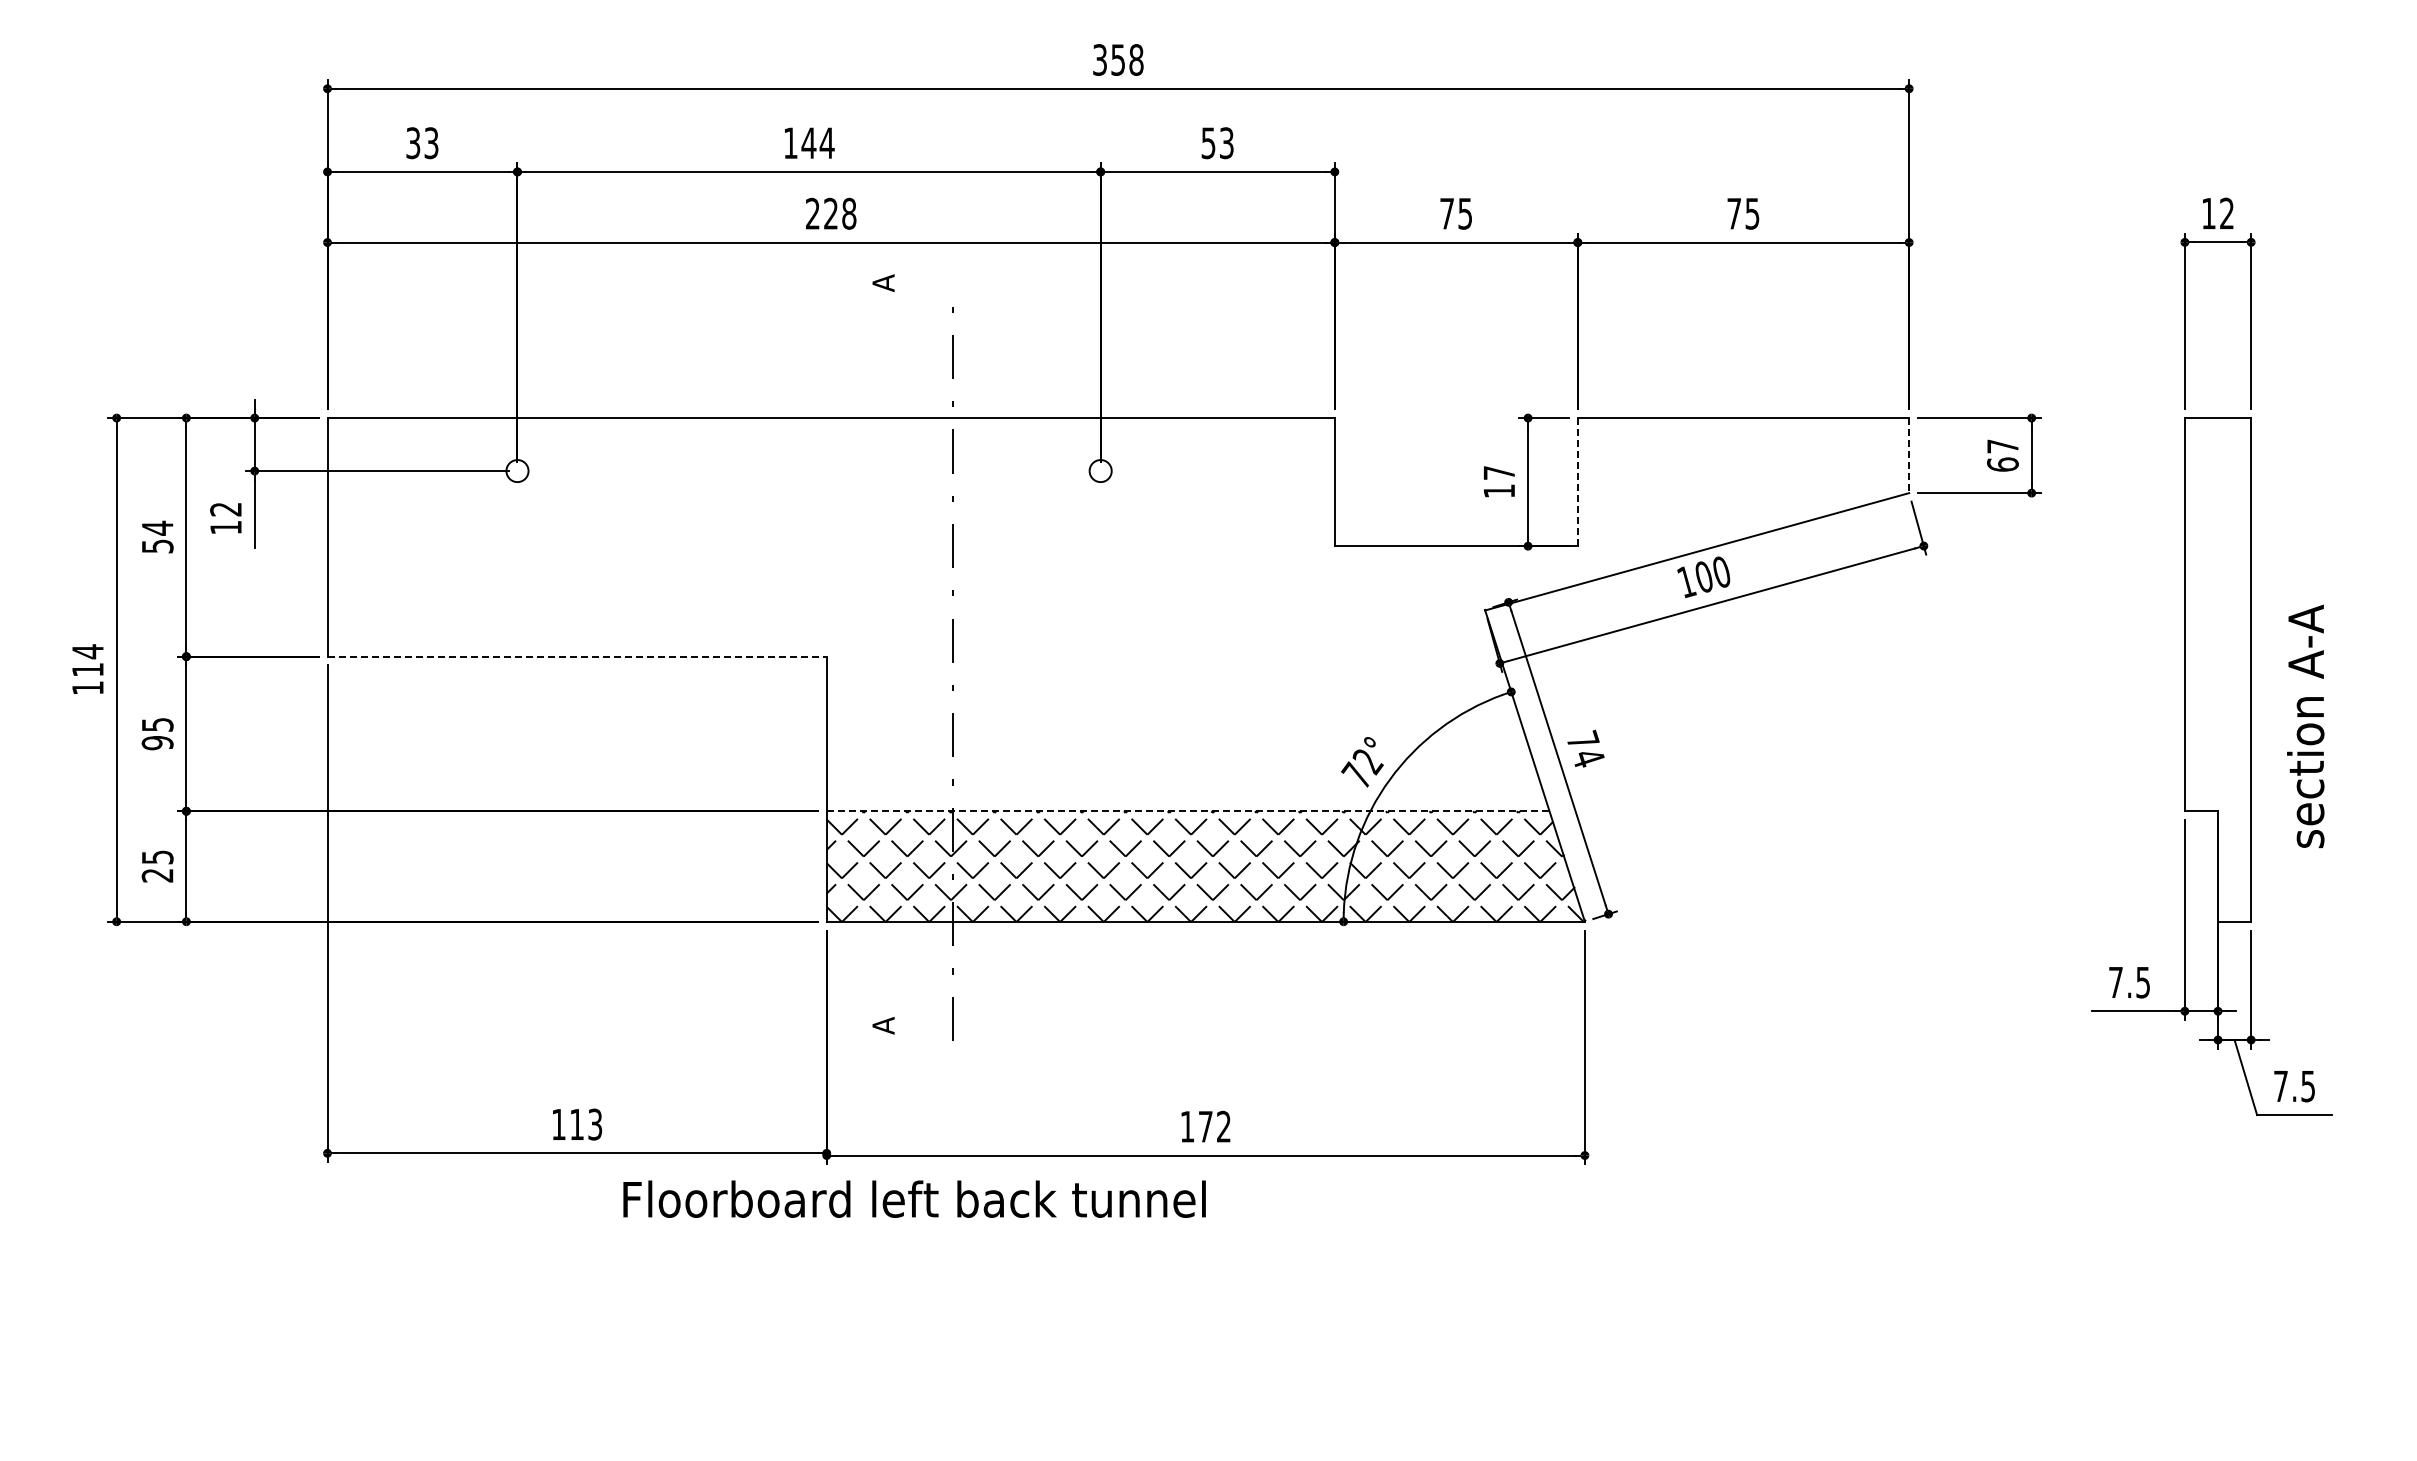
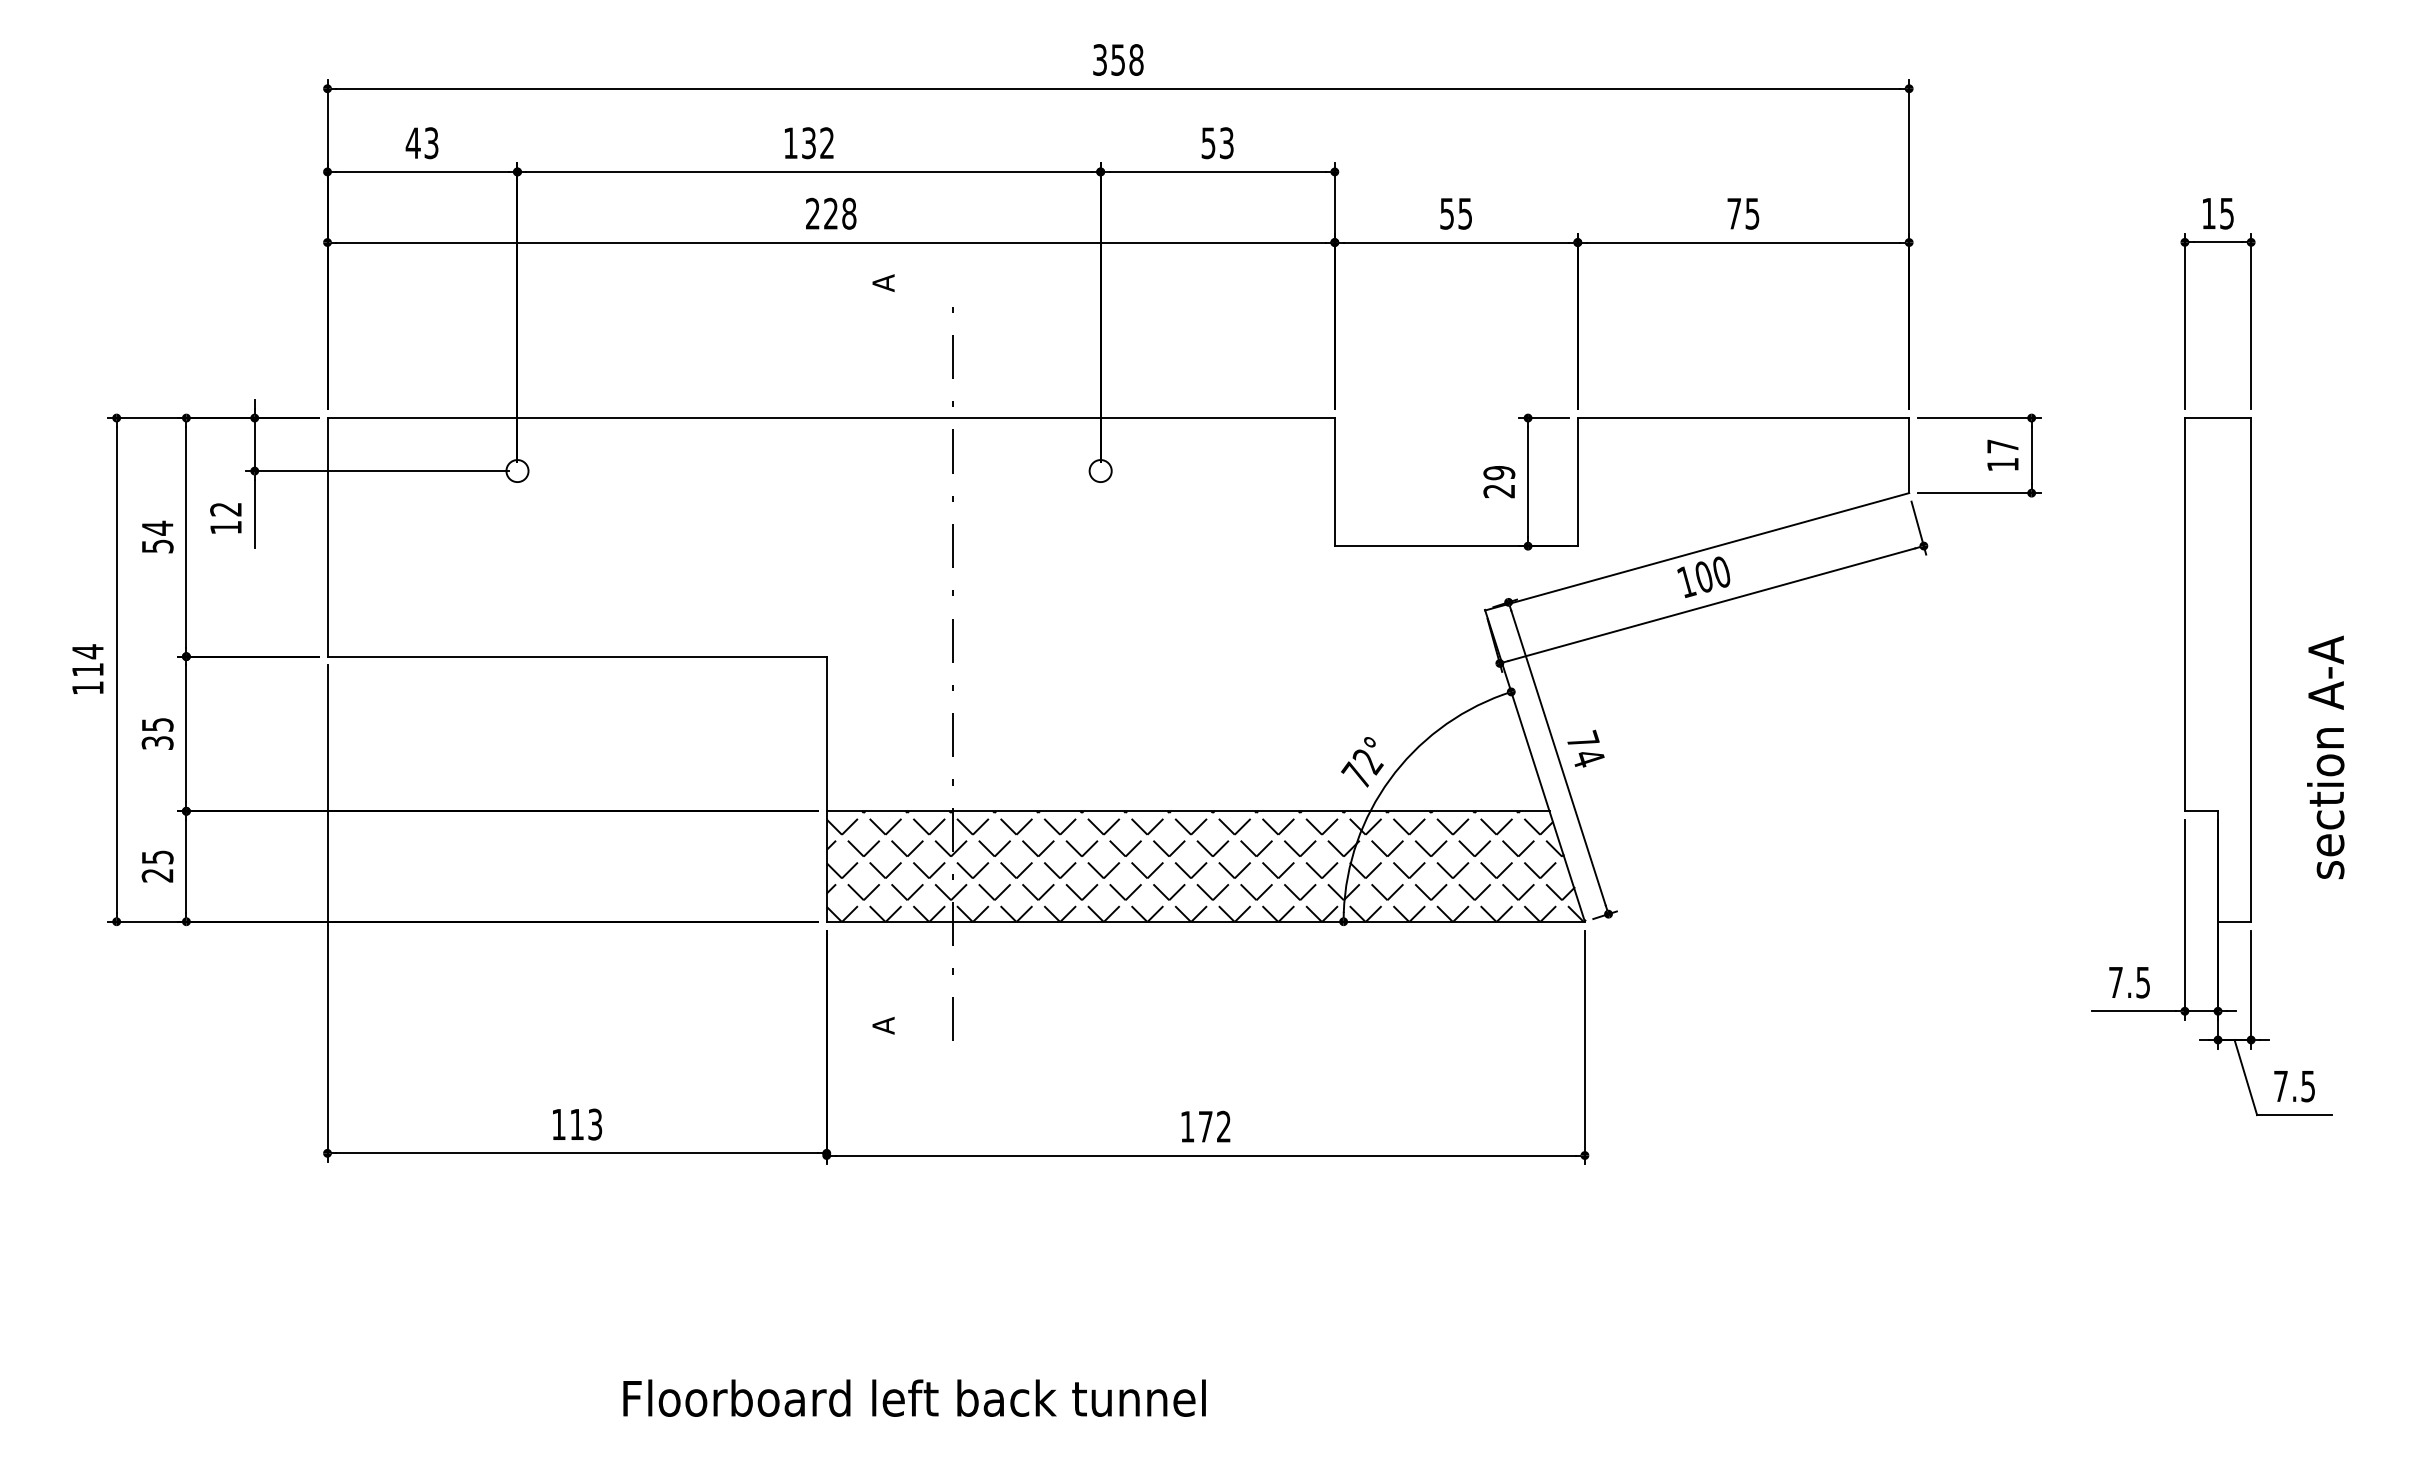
text at (412, 143): 33 -> 43
text at (817, 143): 144 -> 132
text at (1446, 213): 75 -> 55
text at (2226, 213): 12 -> 15
line at (1909, 455): dashed -> solid
text at (2002, 464): 67 -> 17
line at (1577, 481): dashed -> solid
text at (1499, 482): 17 -> 29
line at (577, 656): dashed -> solid
text at (2305, 726) position: (2305, 726) -> (2325, 757)
text at (157, 743): 95 -> 35
line at (1188, 811): dashed -> solid
text at (914, 1198) position: (914, 1198) -> (914, 1397)
